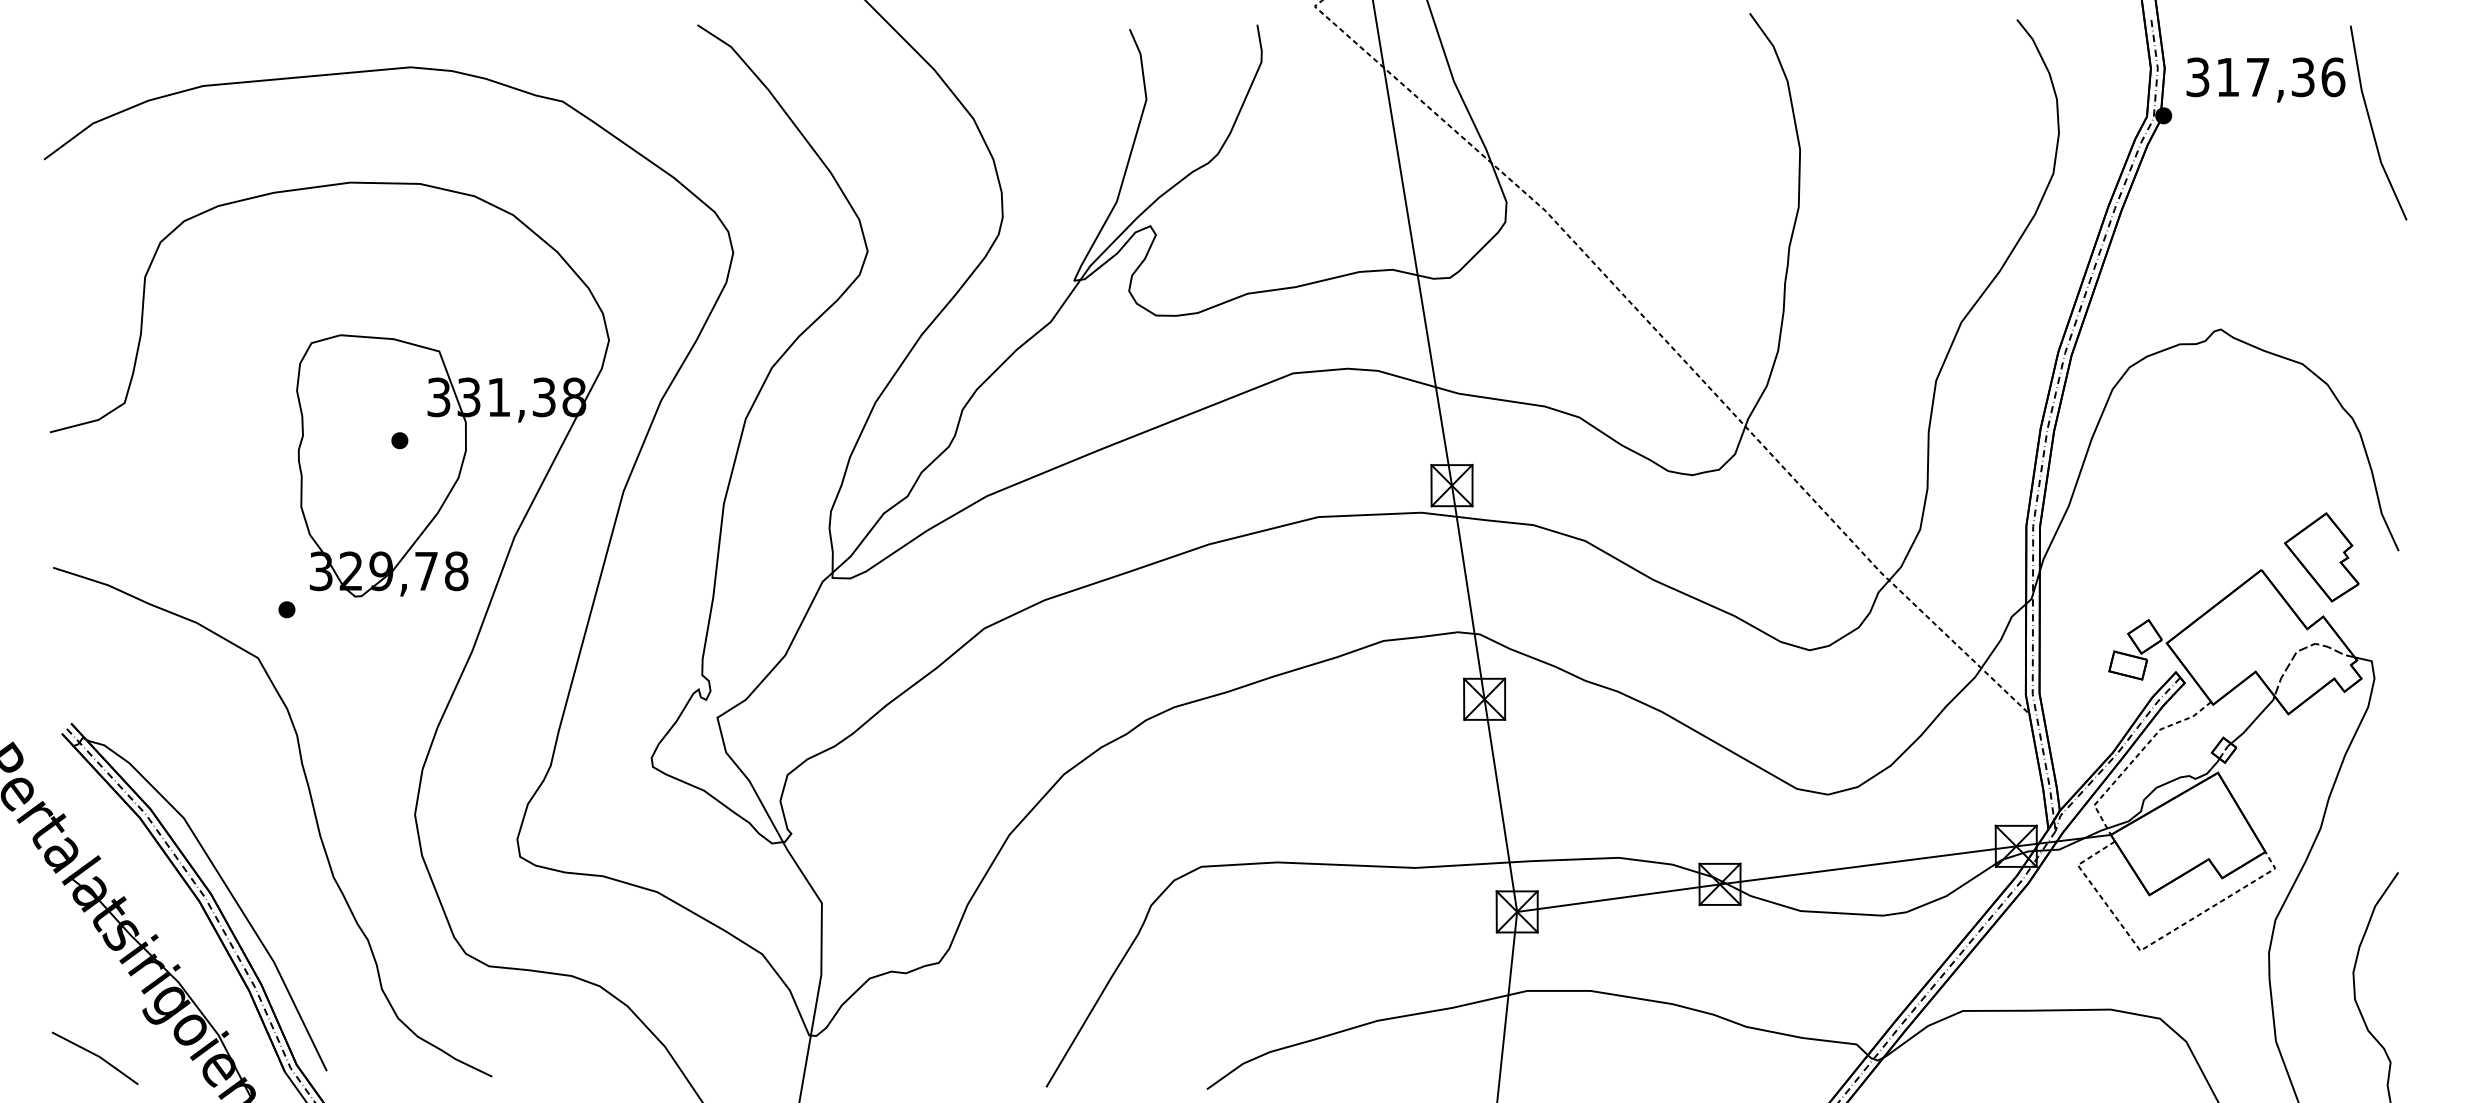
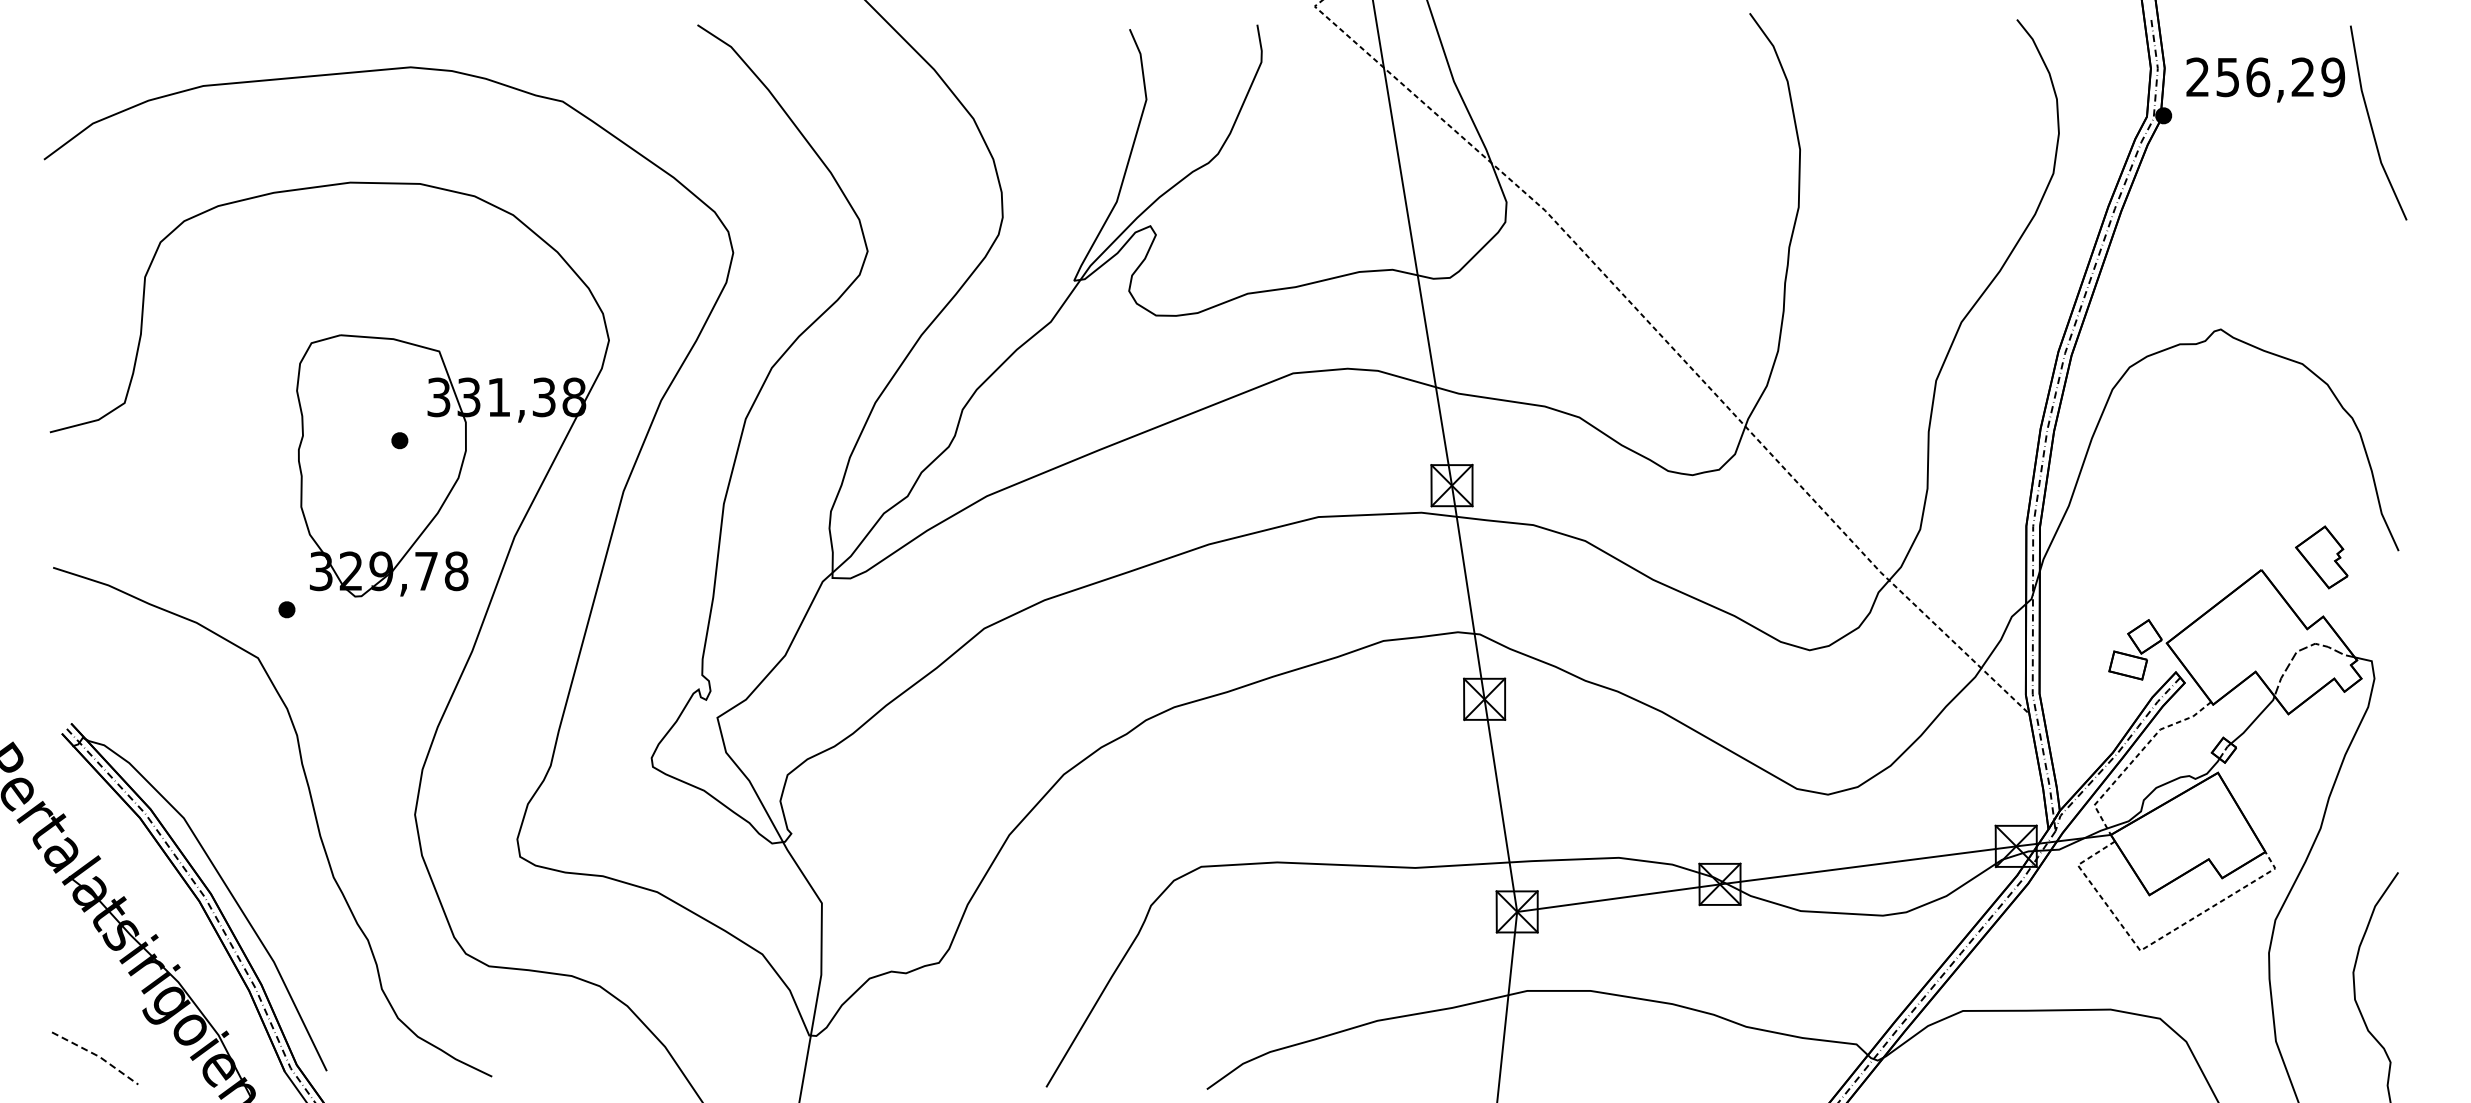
text at (2265, 77): 317,36 -> 256,29
part at (2321, 557) size: 76x91 px -> 54x65 px
line at (97, 1055): solid -> dashed
